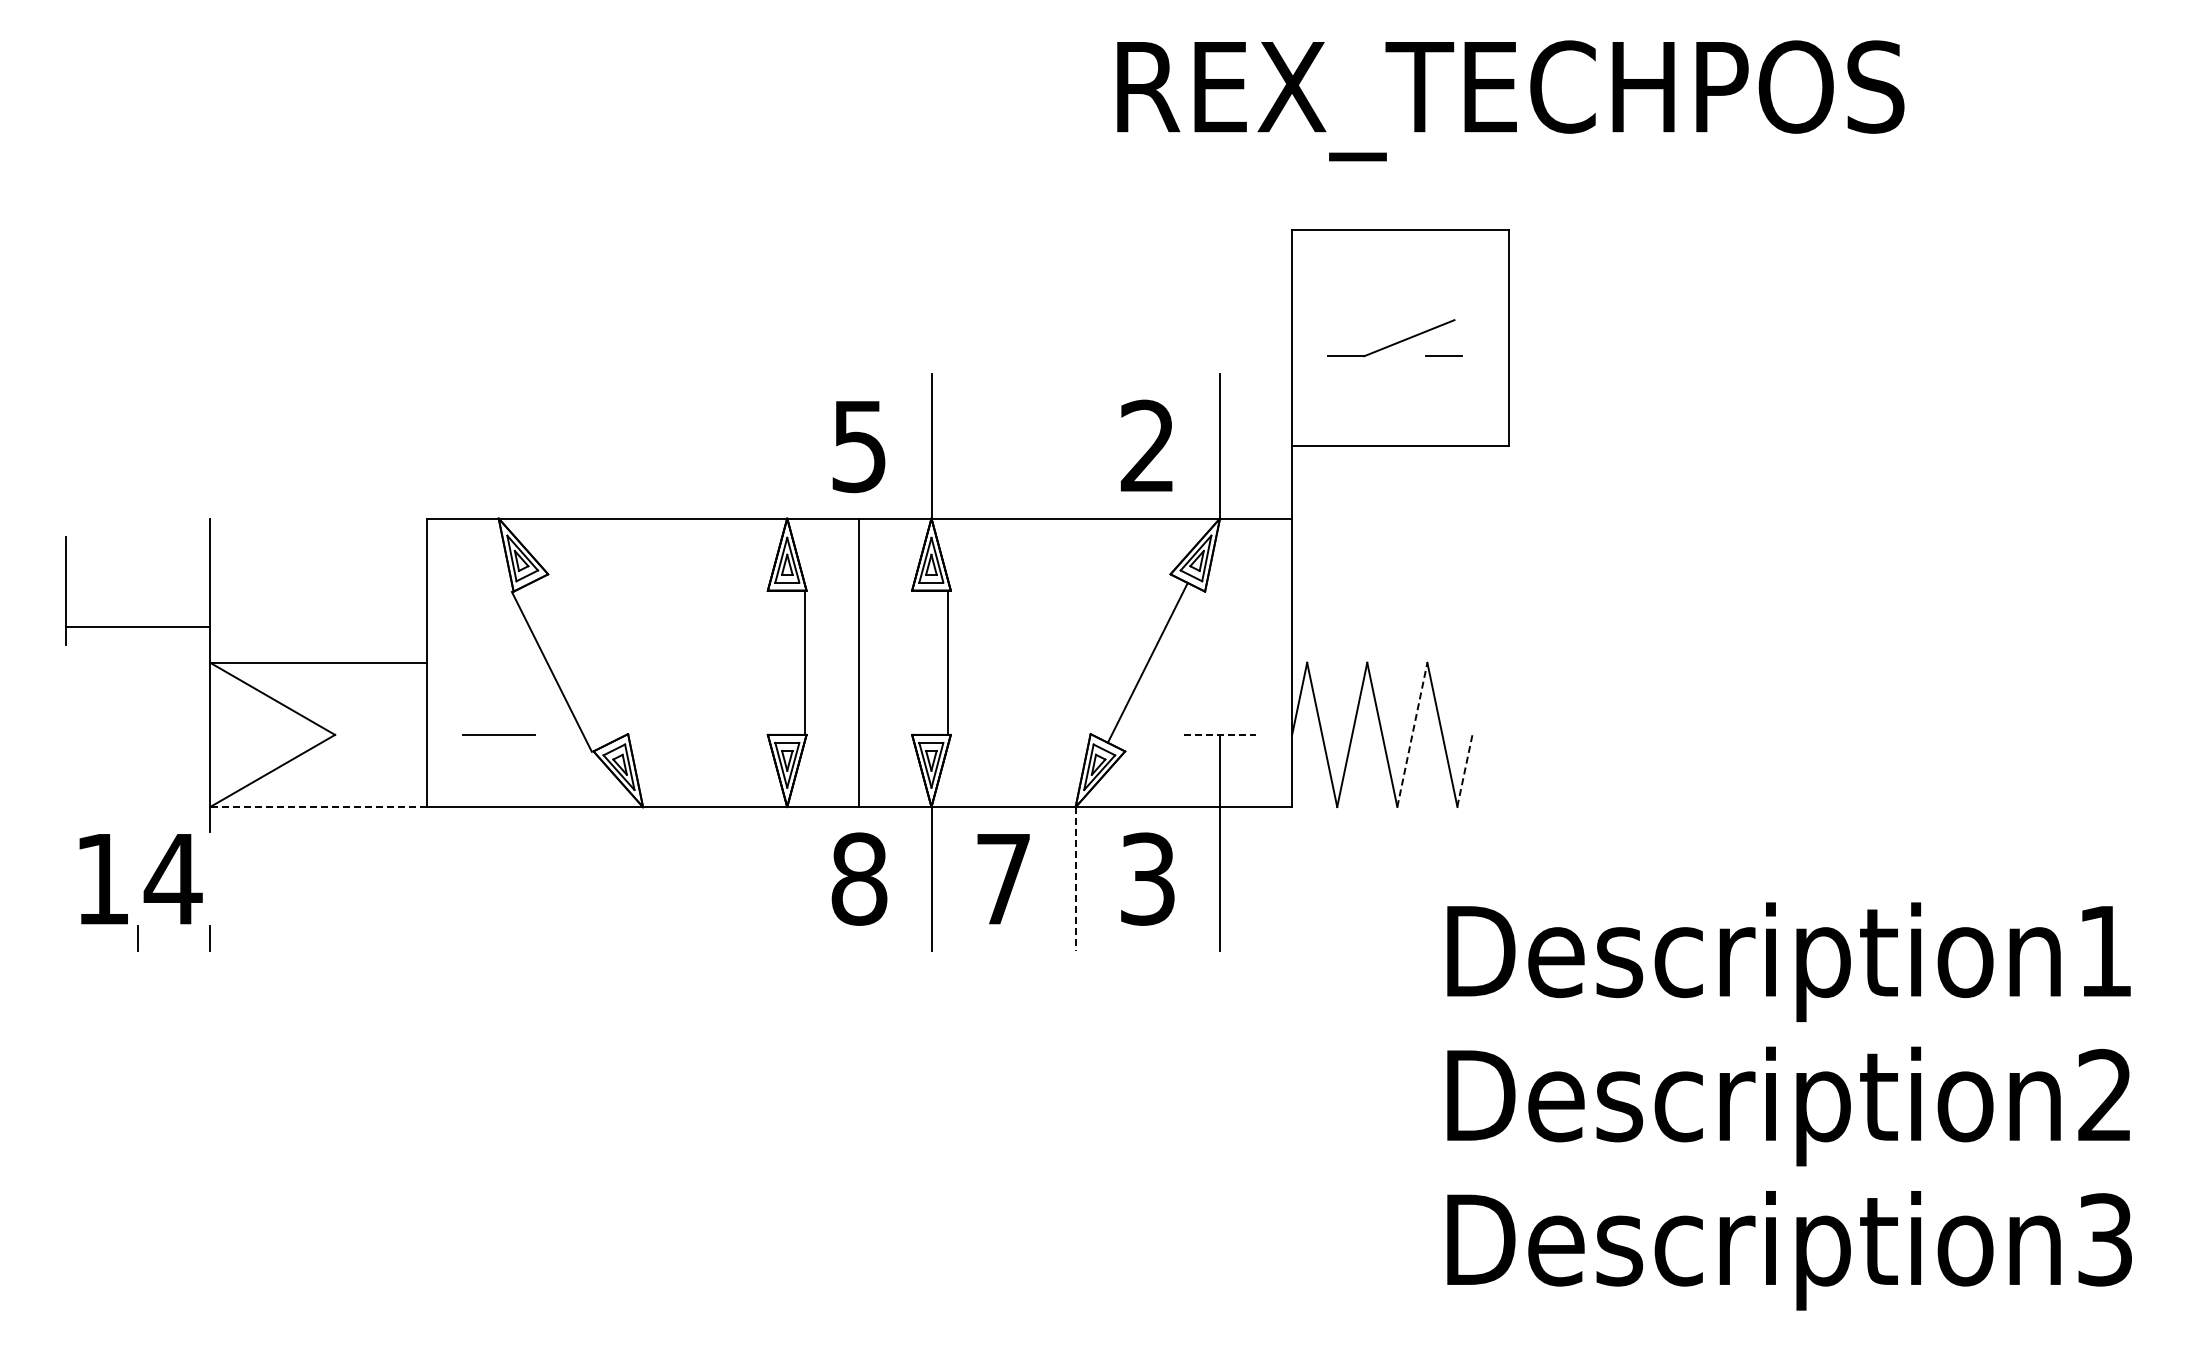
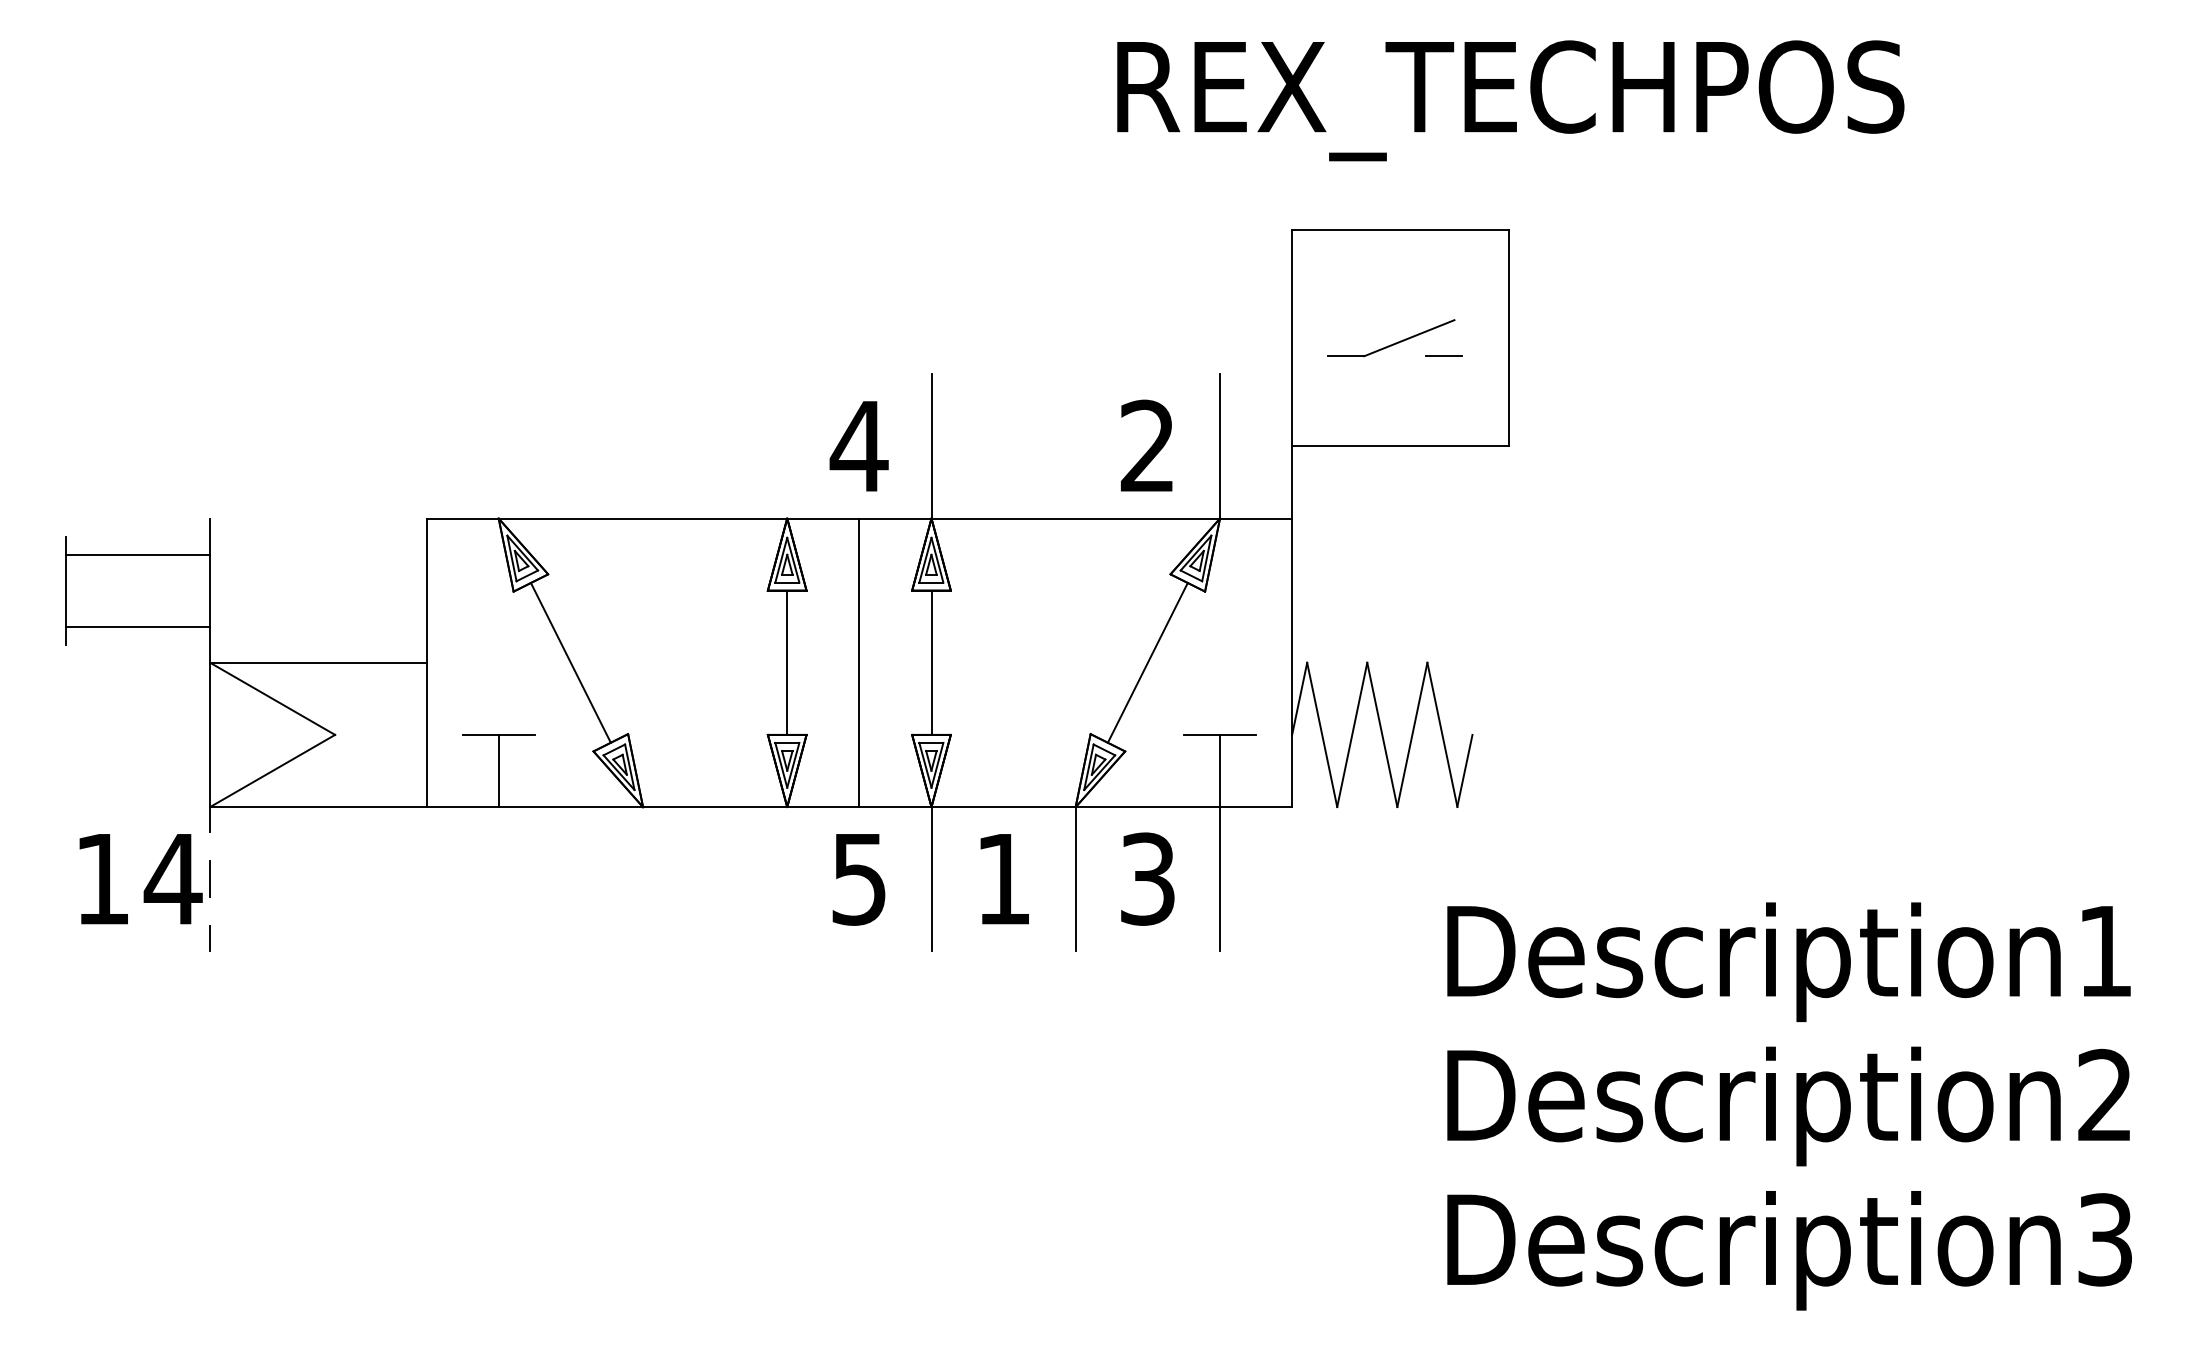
text at (858, 447): 5 -> 4
line at (137, 554): none -> present
line at (805, 662) position: (805, 662) -> (787, 662)
line at (947, 662) position: (947, 662) -> (931, 662)
line at (551, 671) position: (551, 671) -> (570, 662)
line at (1220, 734): dashed -> solid
line at (1412, 734): dashed -> solid
line at (498, 770): none -> present
line at (1464, 770): dashed -> solid
line at (317, 807): dashed -> solid
text at (859, 878): 8 -> 5
line at (210, 879): none -> present
text at (1003, 879): 7 -> 1
line at (1075, 879): dashed -> solid
line at (137, 938): present -> none
